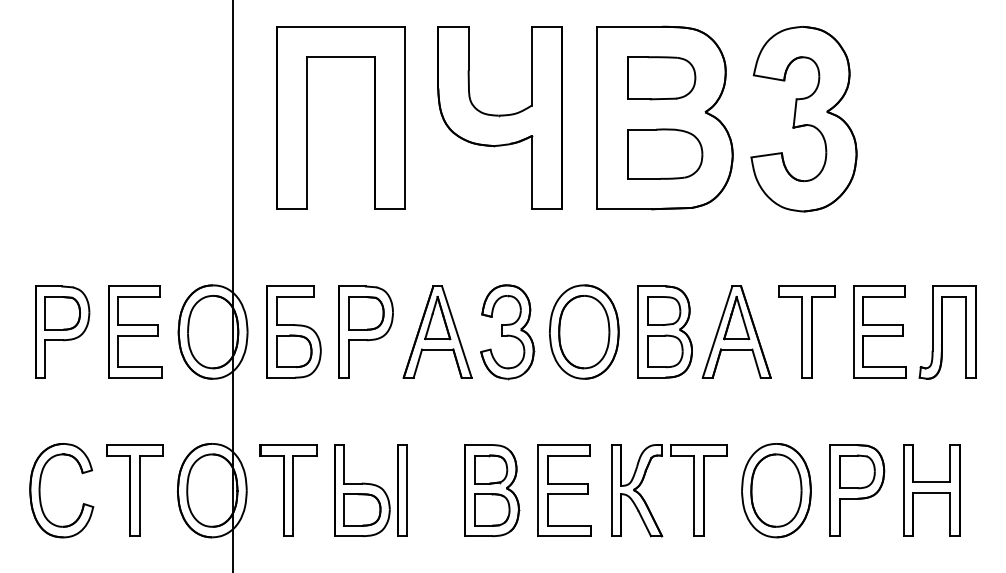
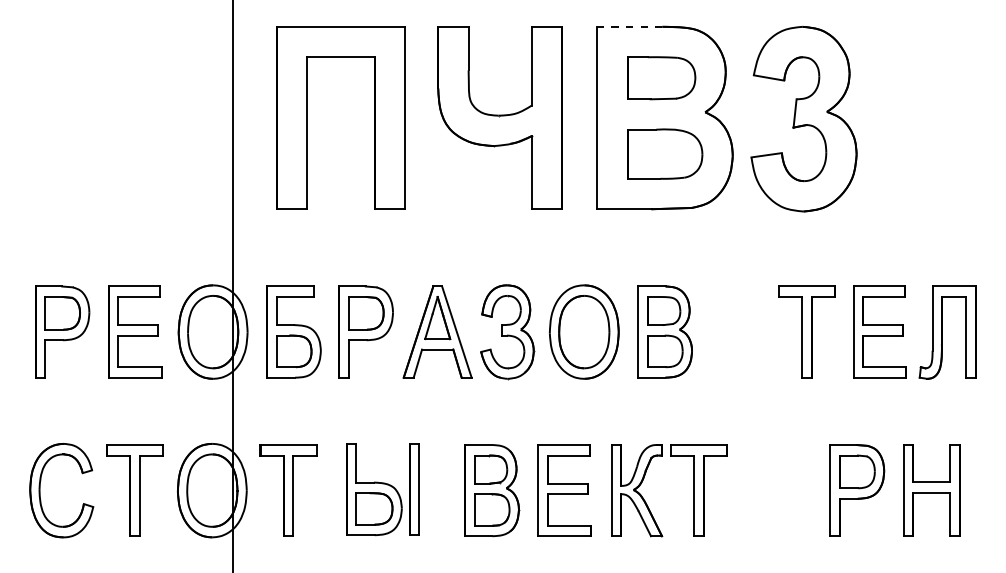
line at (629, 26): solid -> dashed
part at (736, 331): present -> none
part at (370, 490) position: (370, 490) -> (382, 489)
part at (776, 490): present -> none
